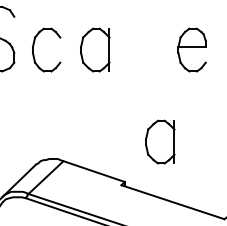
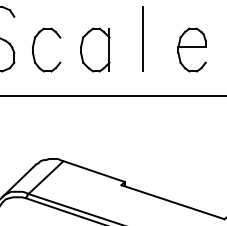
line at (142, 38): none -> present
line at (112, 95): none -> present
part at (160, 141): present -> none
